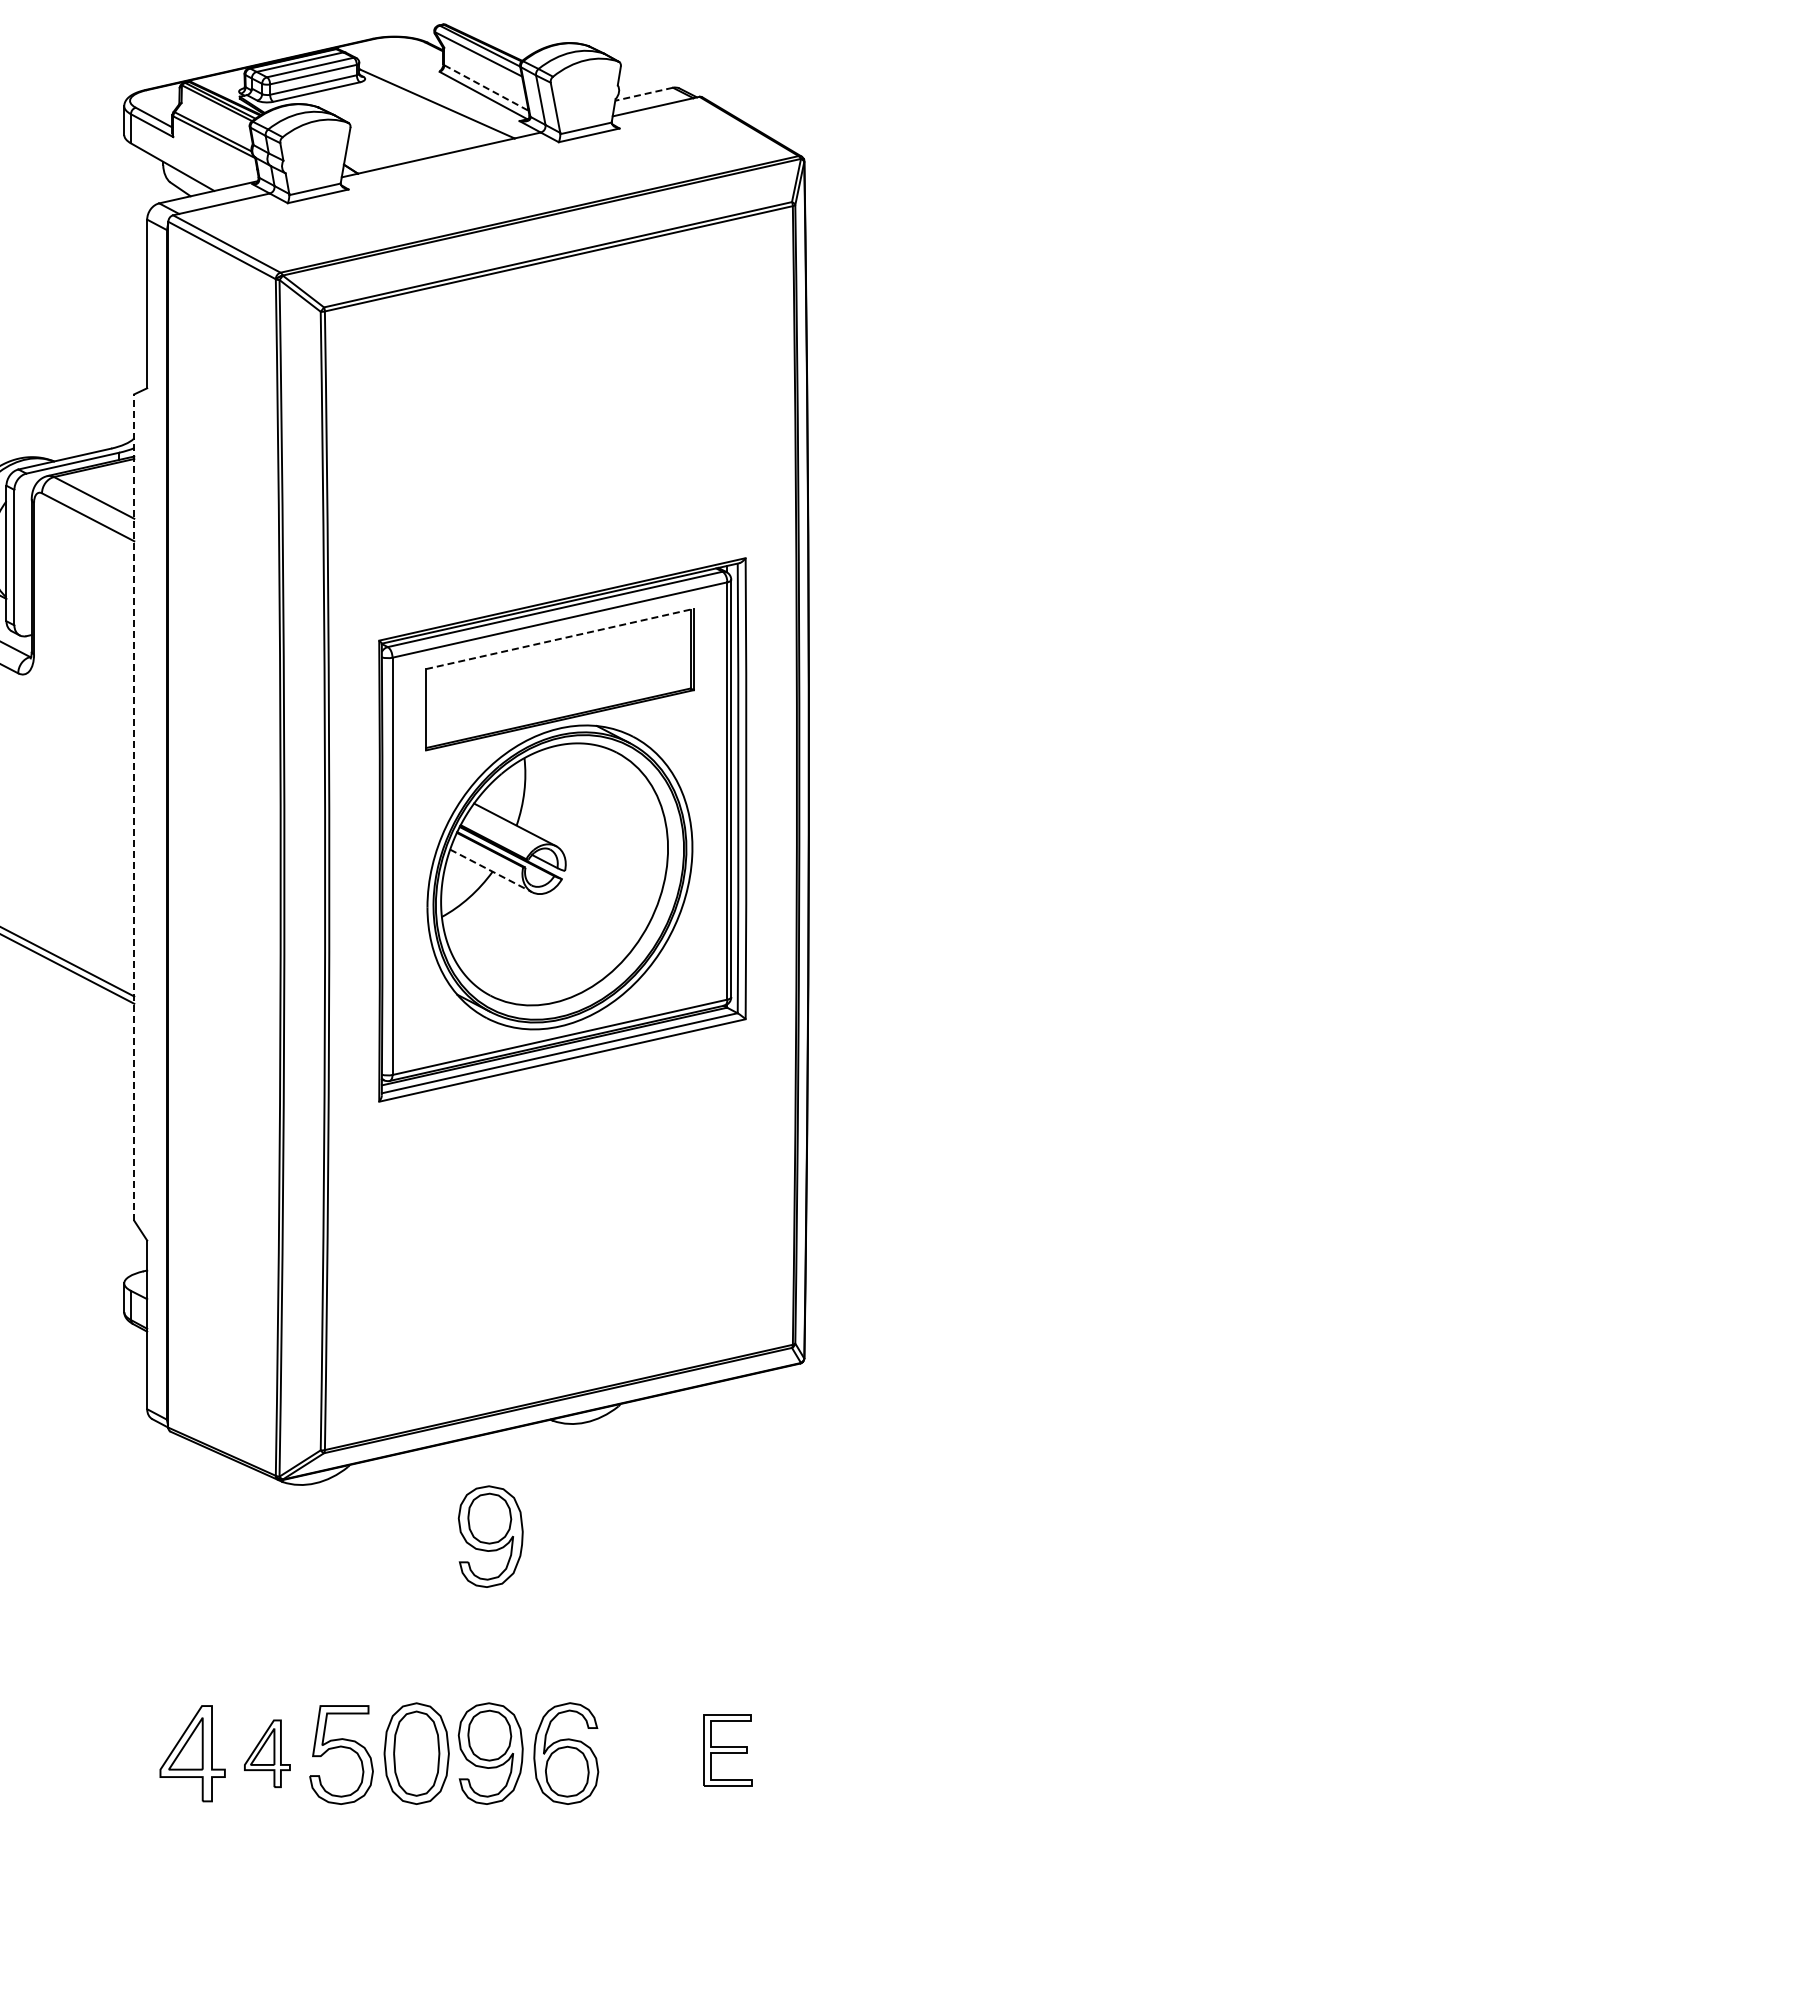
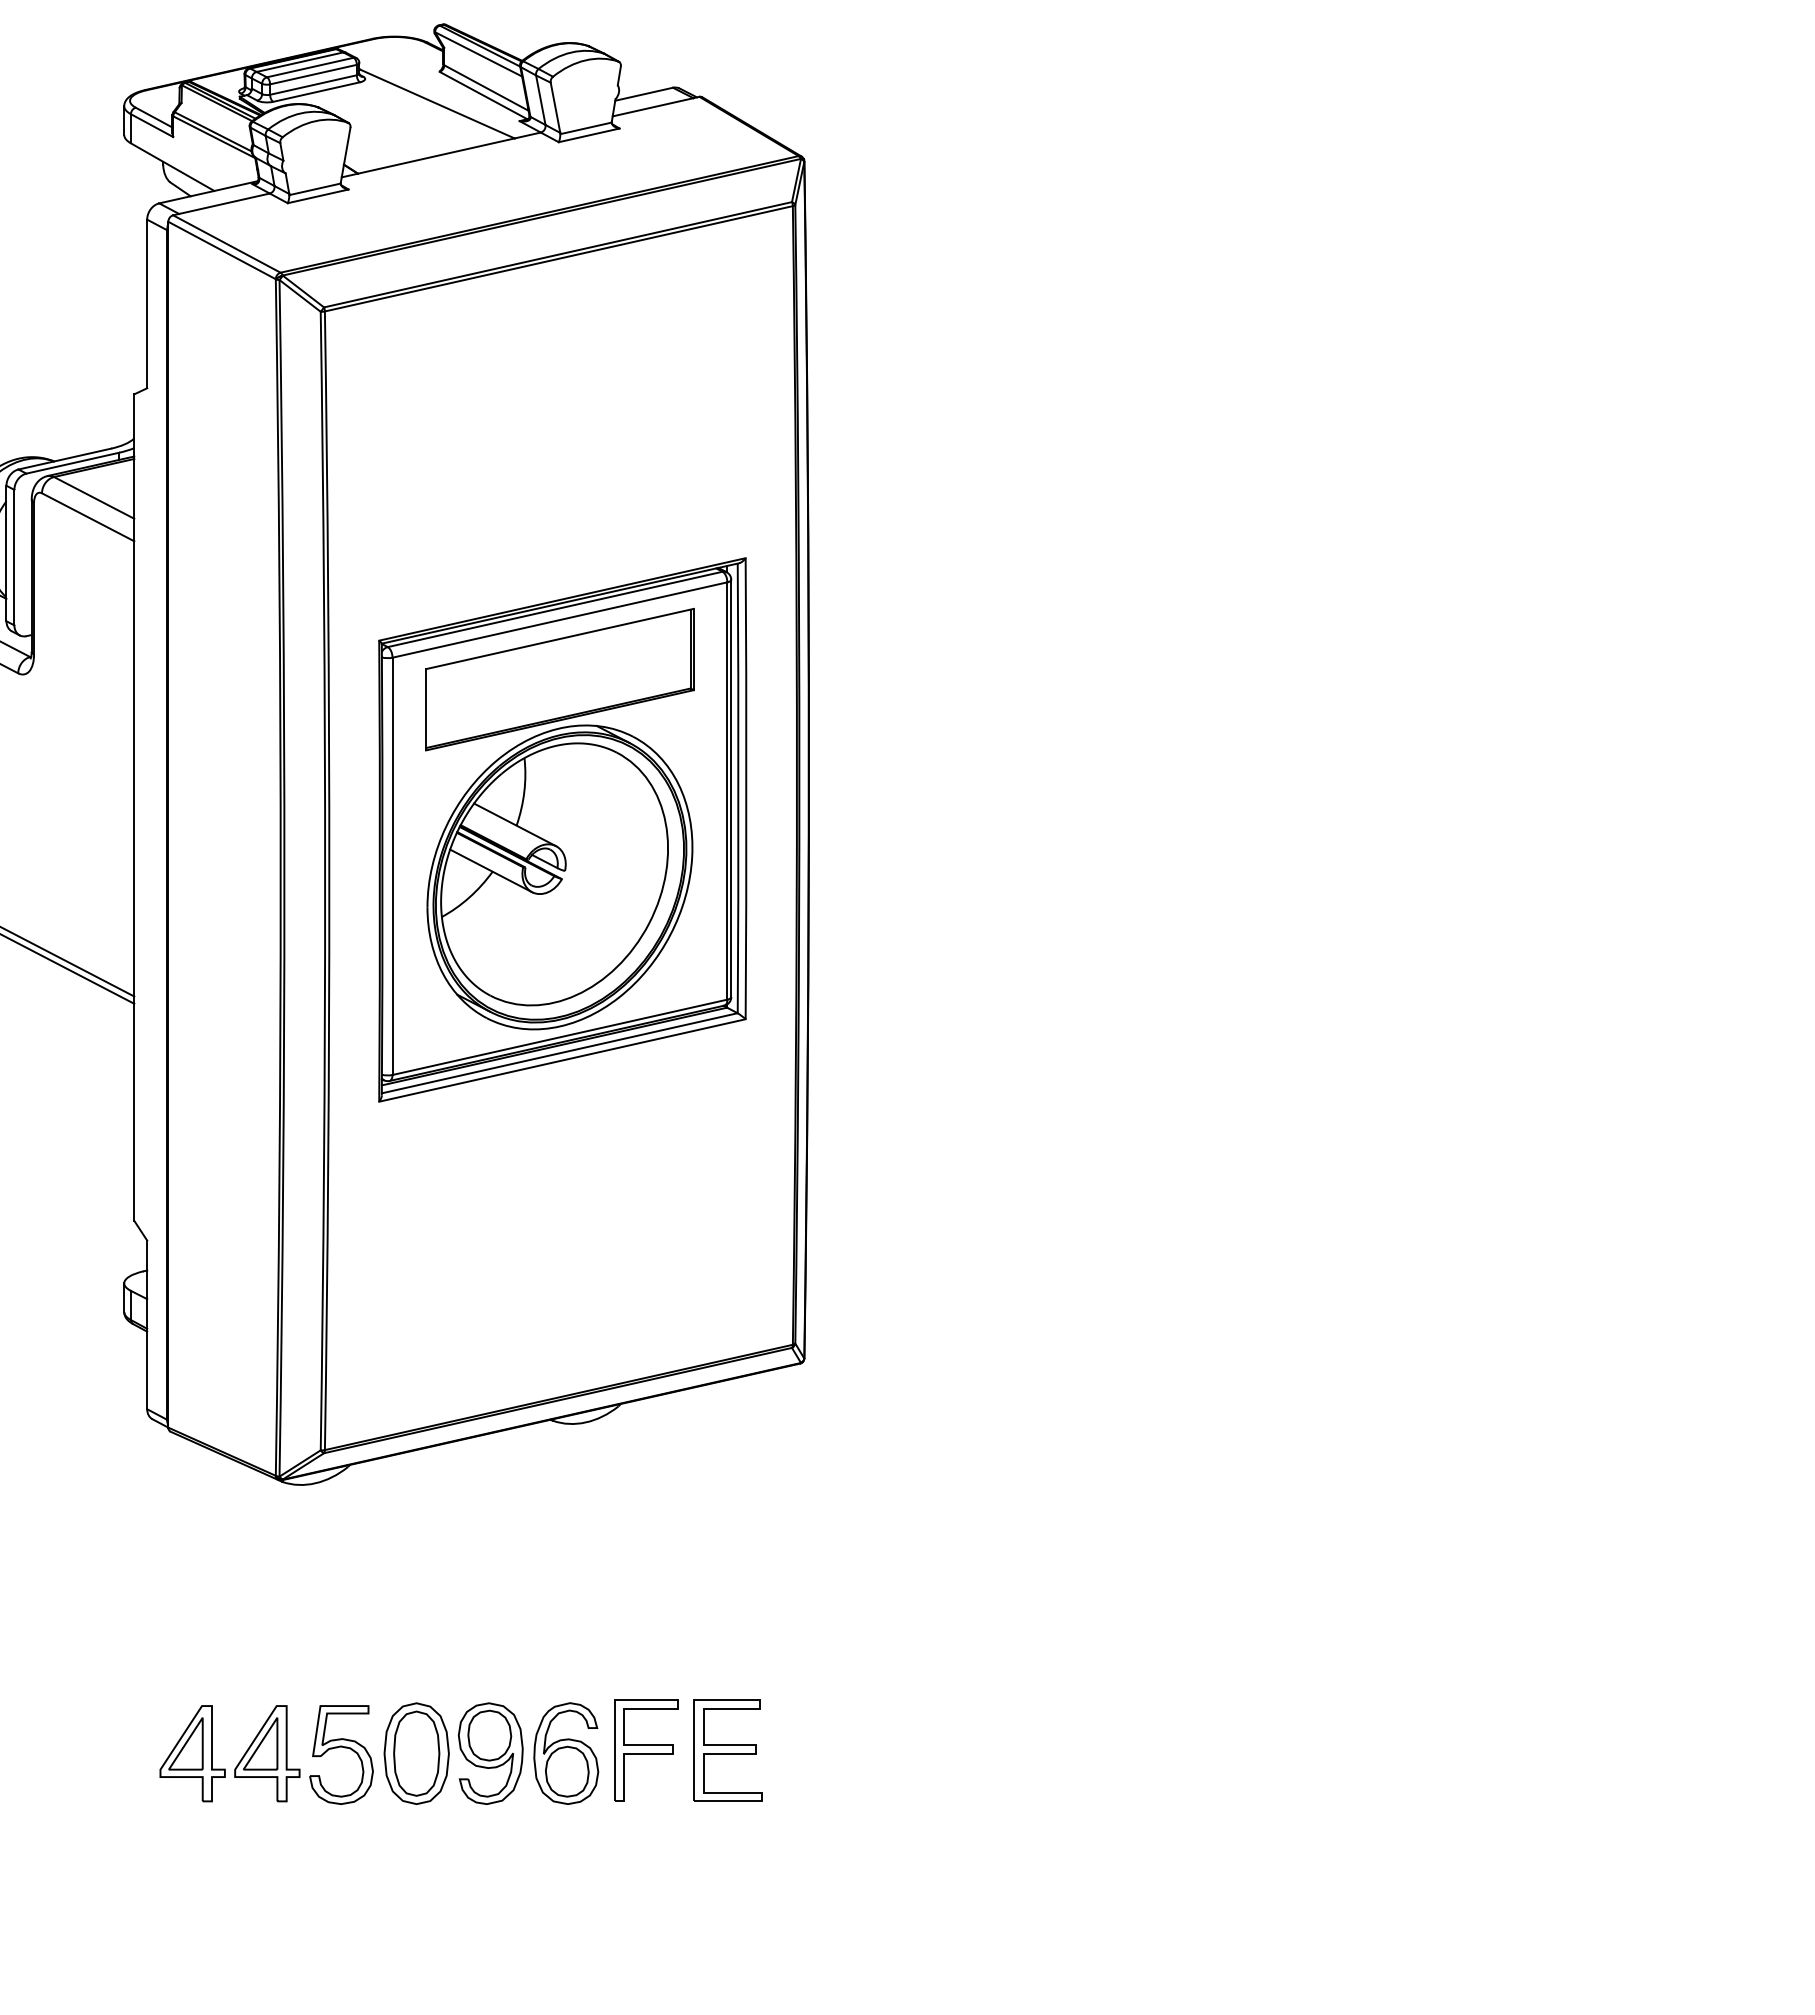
line at (486, 88): dashed -> solid
line at (644, 94): dashed -> solid
line at (560, 638): dashed -> solid
line at (134, 807): dashed -> solid
line at (491, 871): dashed -> solid
part at (490, 1536): present -> none
part at (646, 1750): none -> present
part at (727, 1750) size: 50x73 px -> 70x103 px
part at (267, 1753) size: 47x69 px -> 67x98 px
